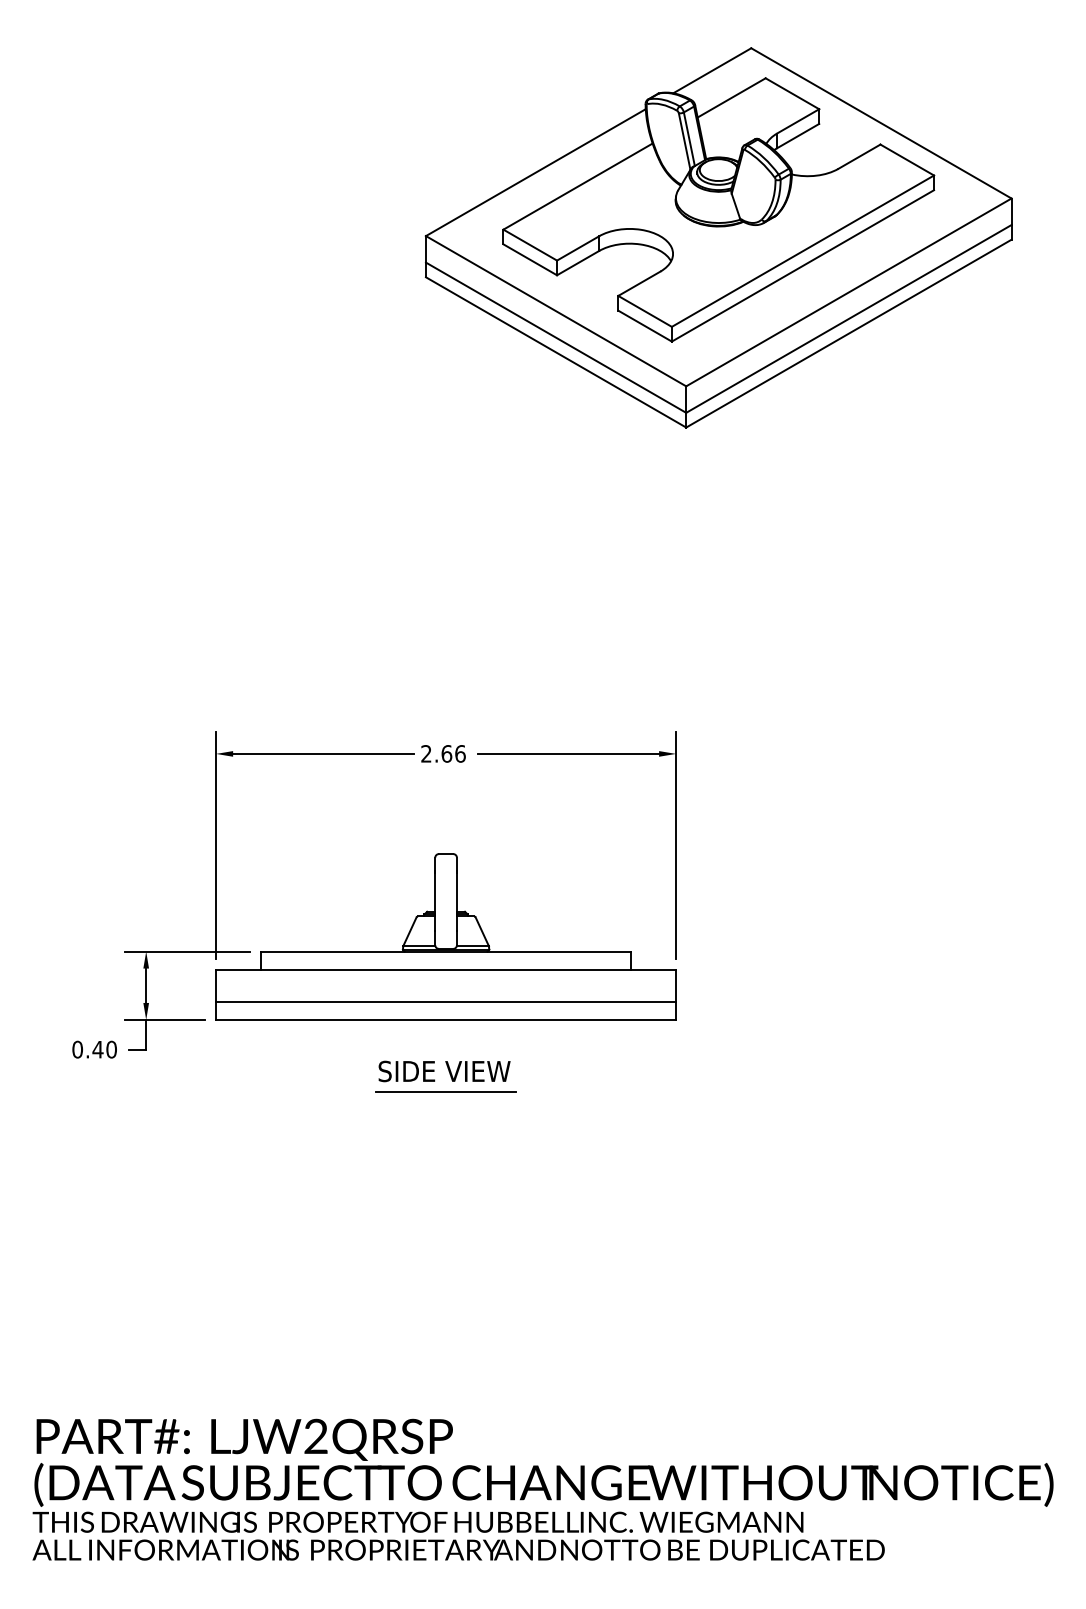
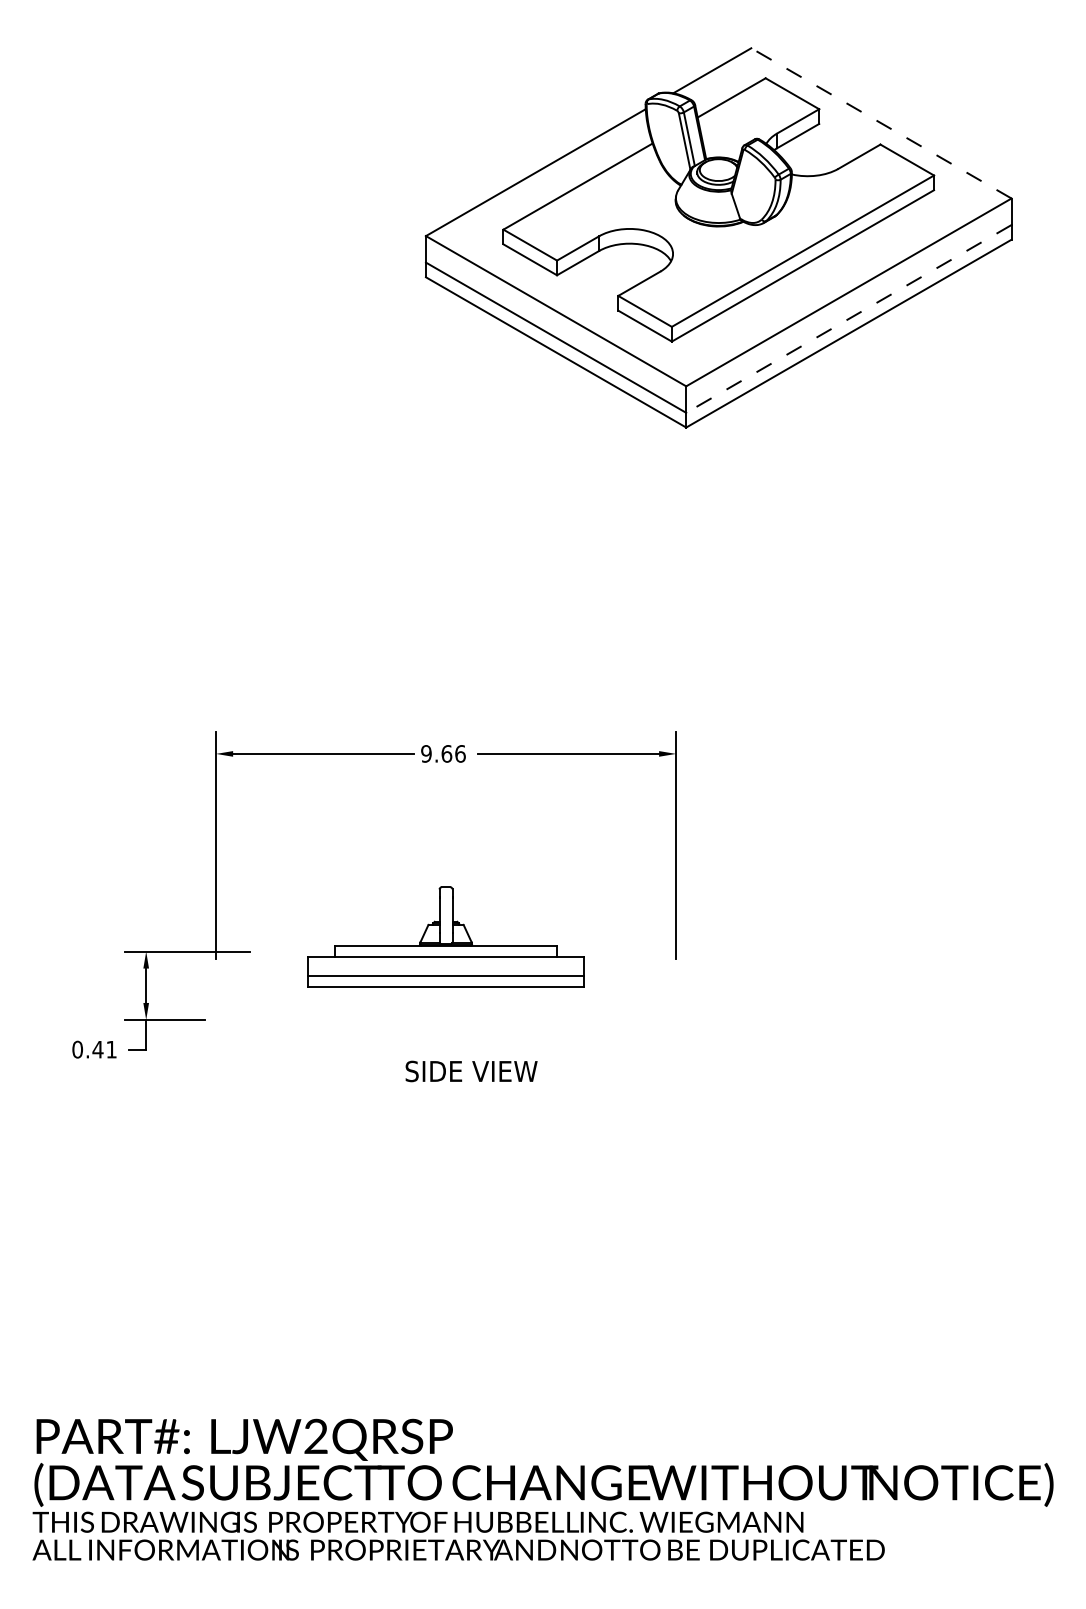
line at (880, 123): solid -> dashed
line at (848, 318): solid -> dashed
text at (426, 753): 2.66 -> 9.66
part at (445, 936) size: 462x168 px -> 278x102 px
text at (111, 1049): 0.40 -> 0.41
text at (444, 1071) position: (444, 1071) -> (471, 1071)
line at (445, 1092): present -> none
